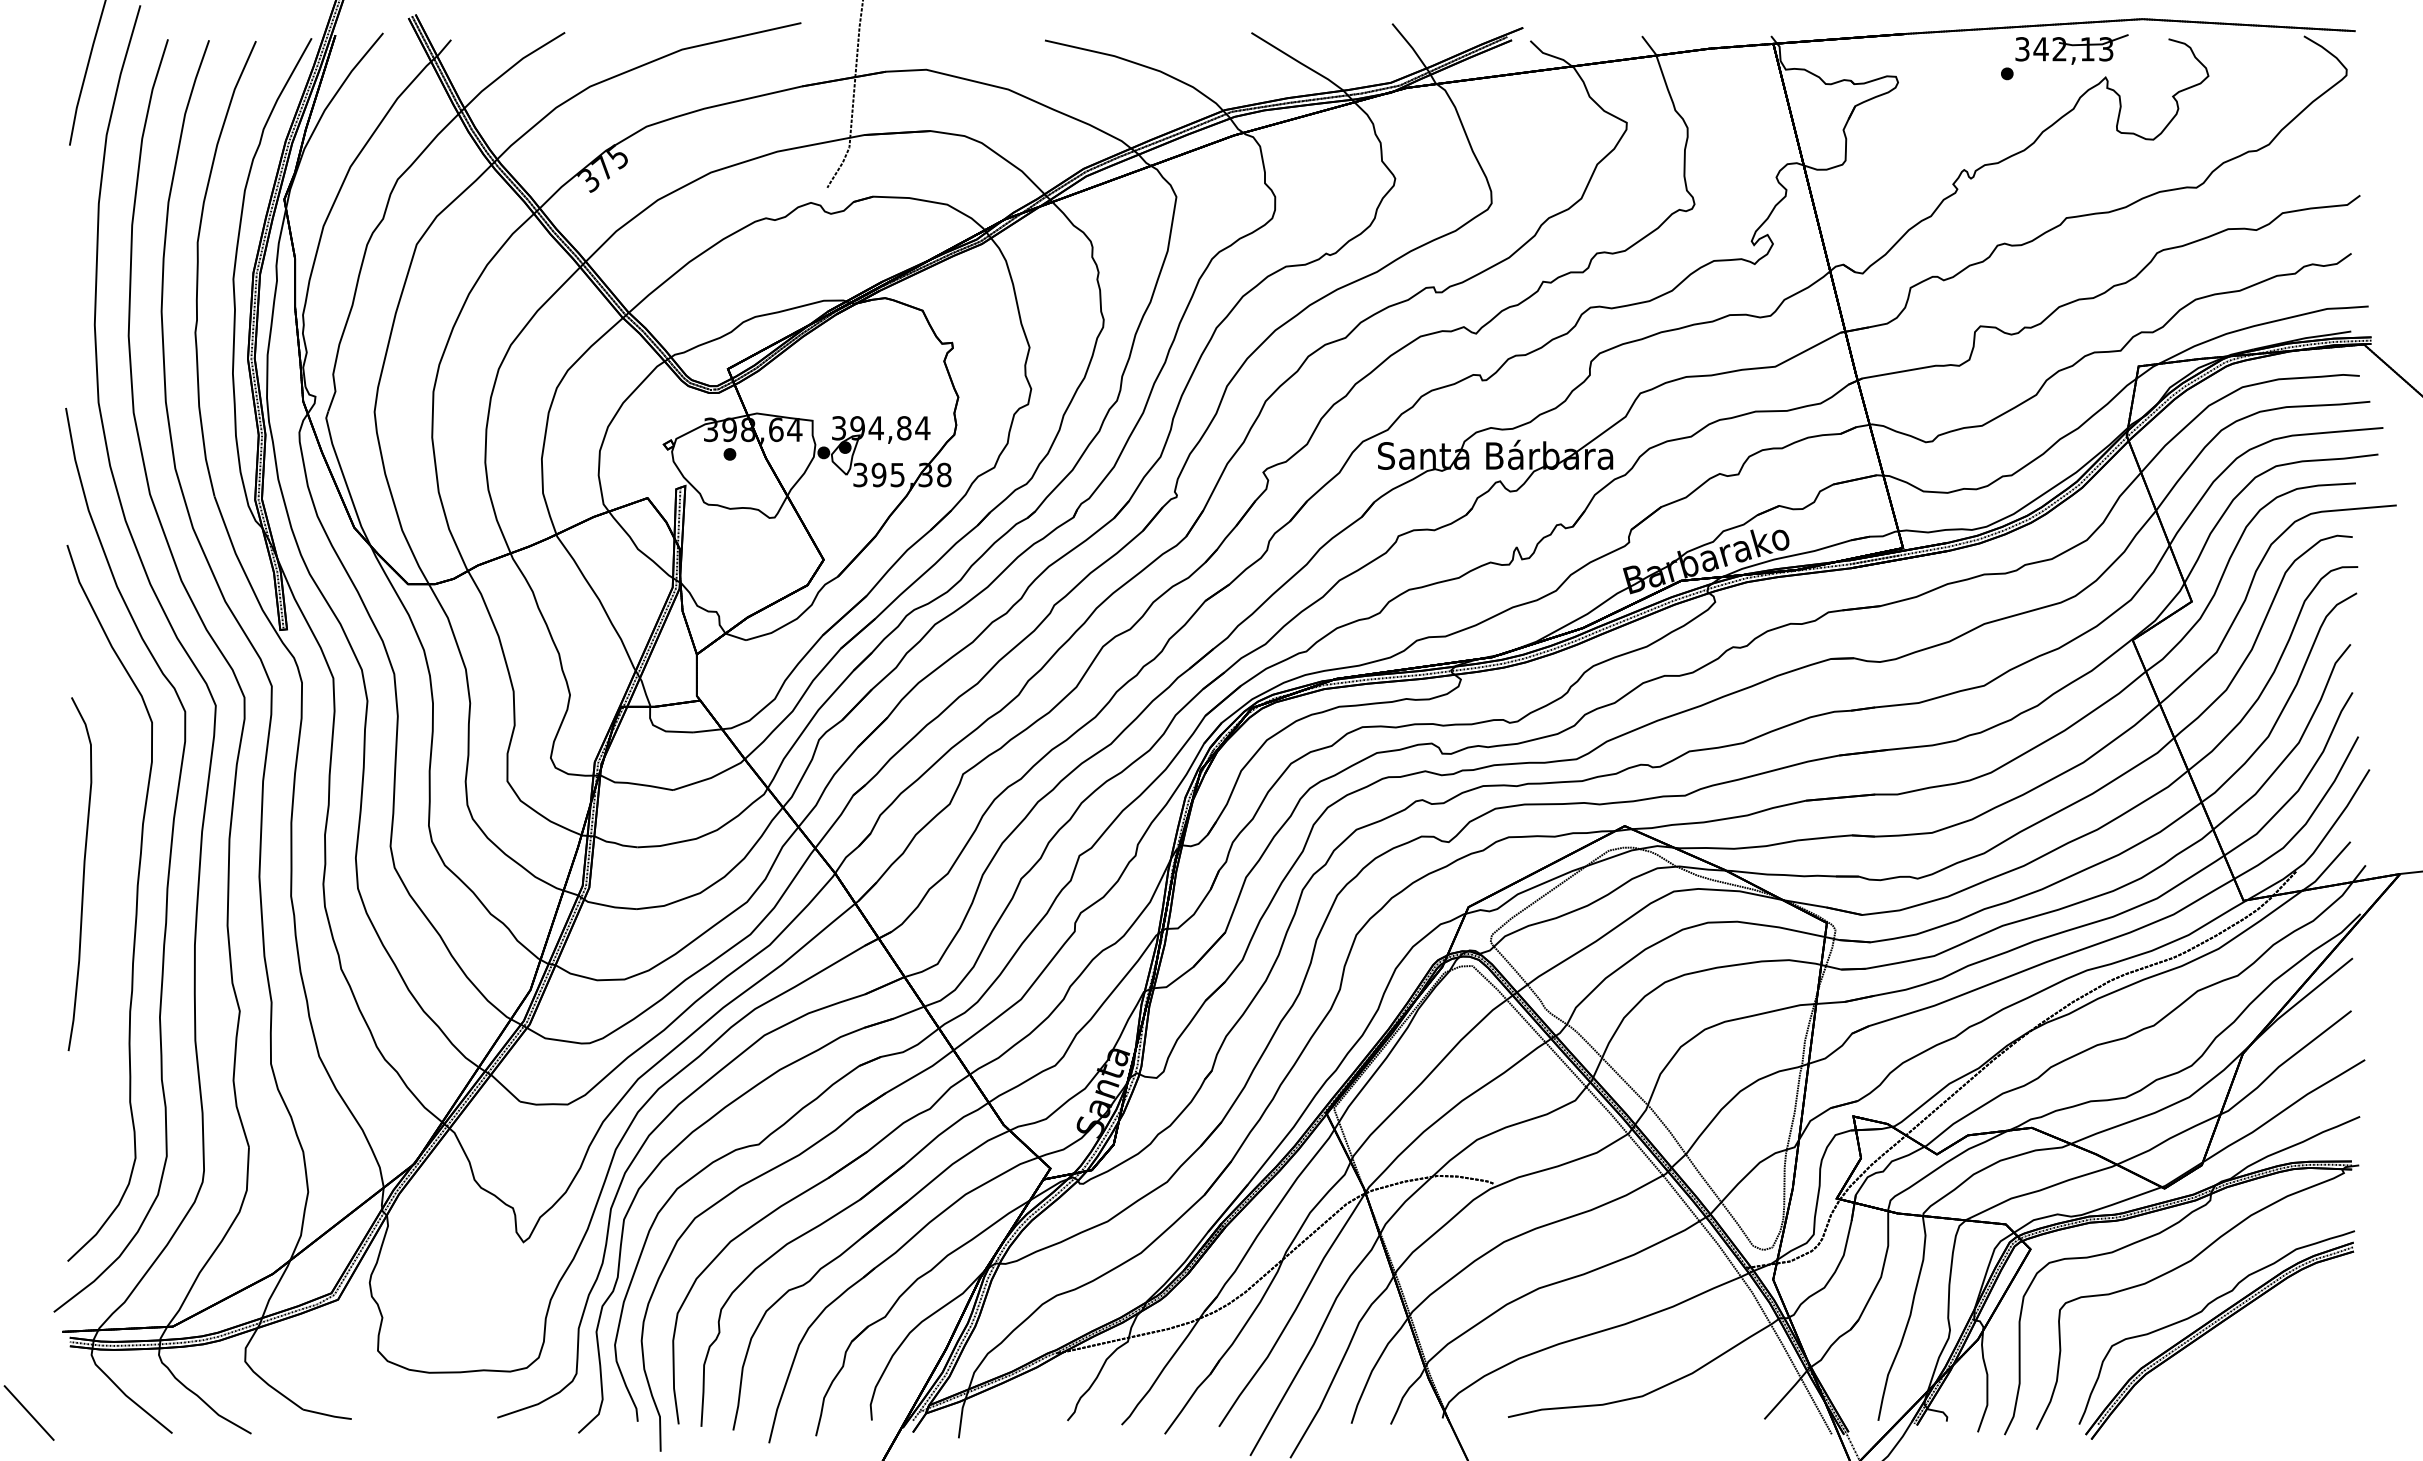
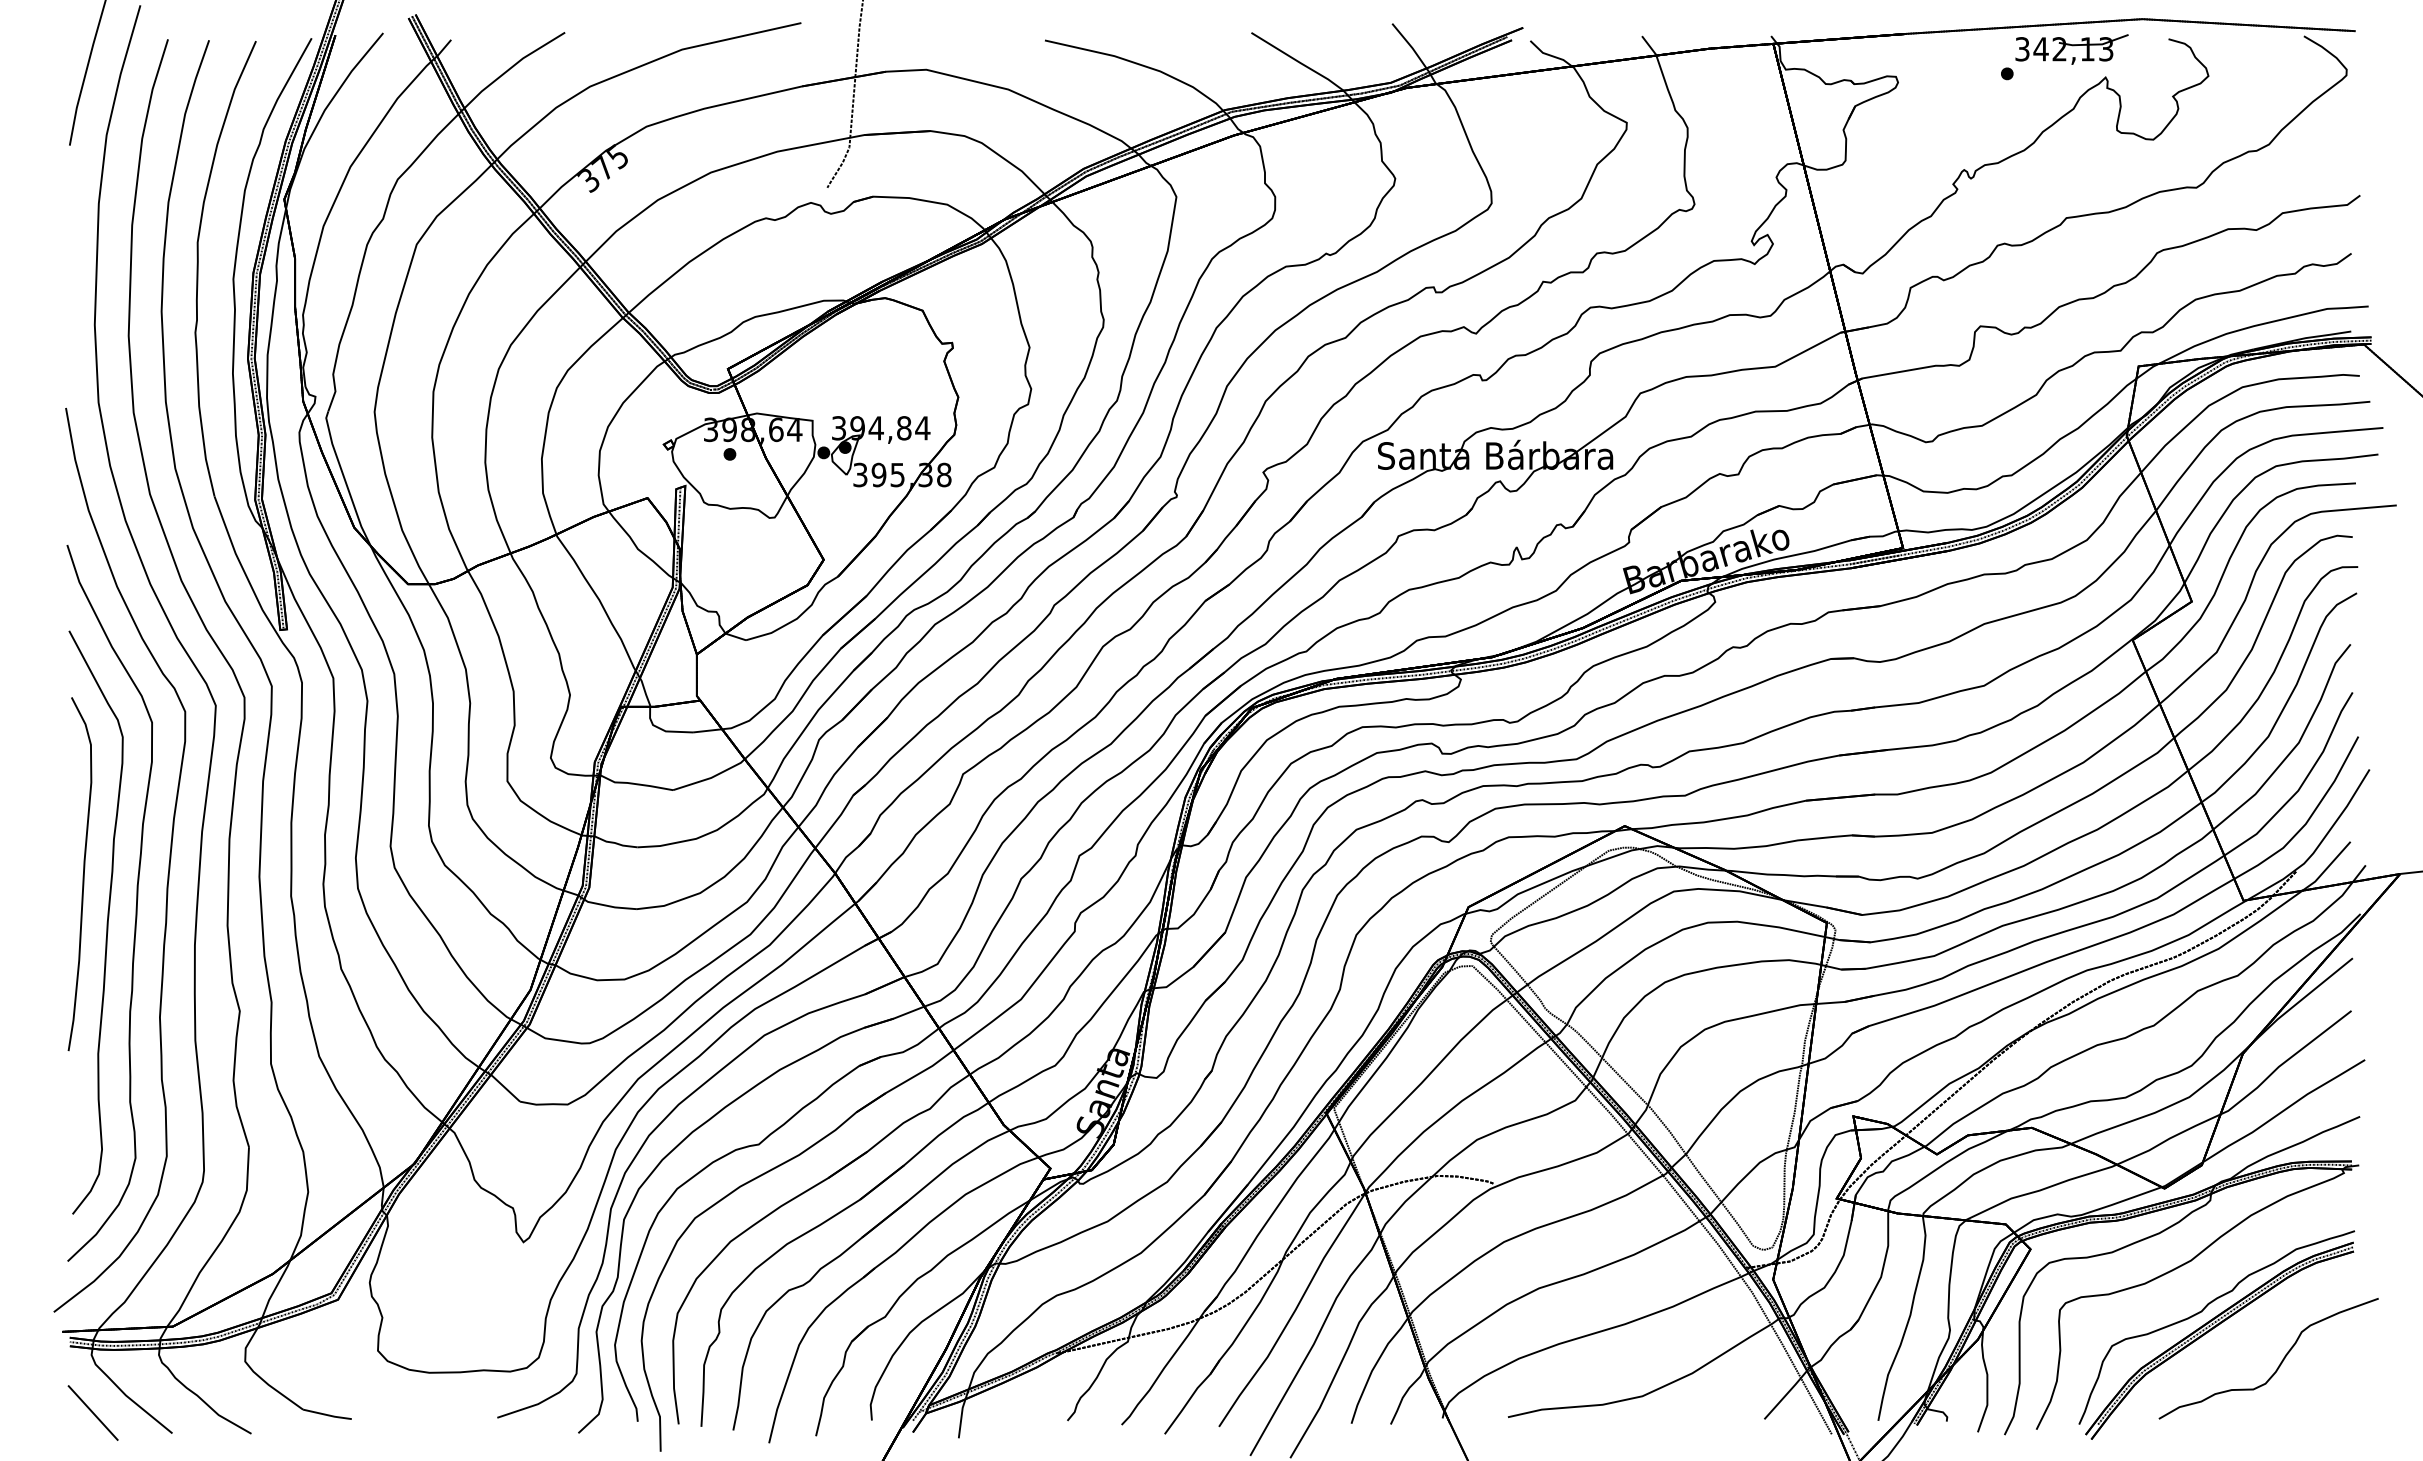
curve at (106, 922): none -> present
part at (2278, 1365): none -> present
line at (28, 1412) position: (28, 1412) -> (92, 1412)
